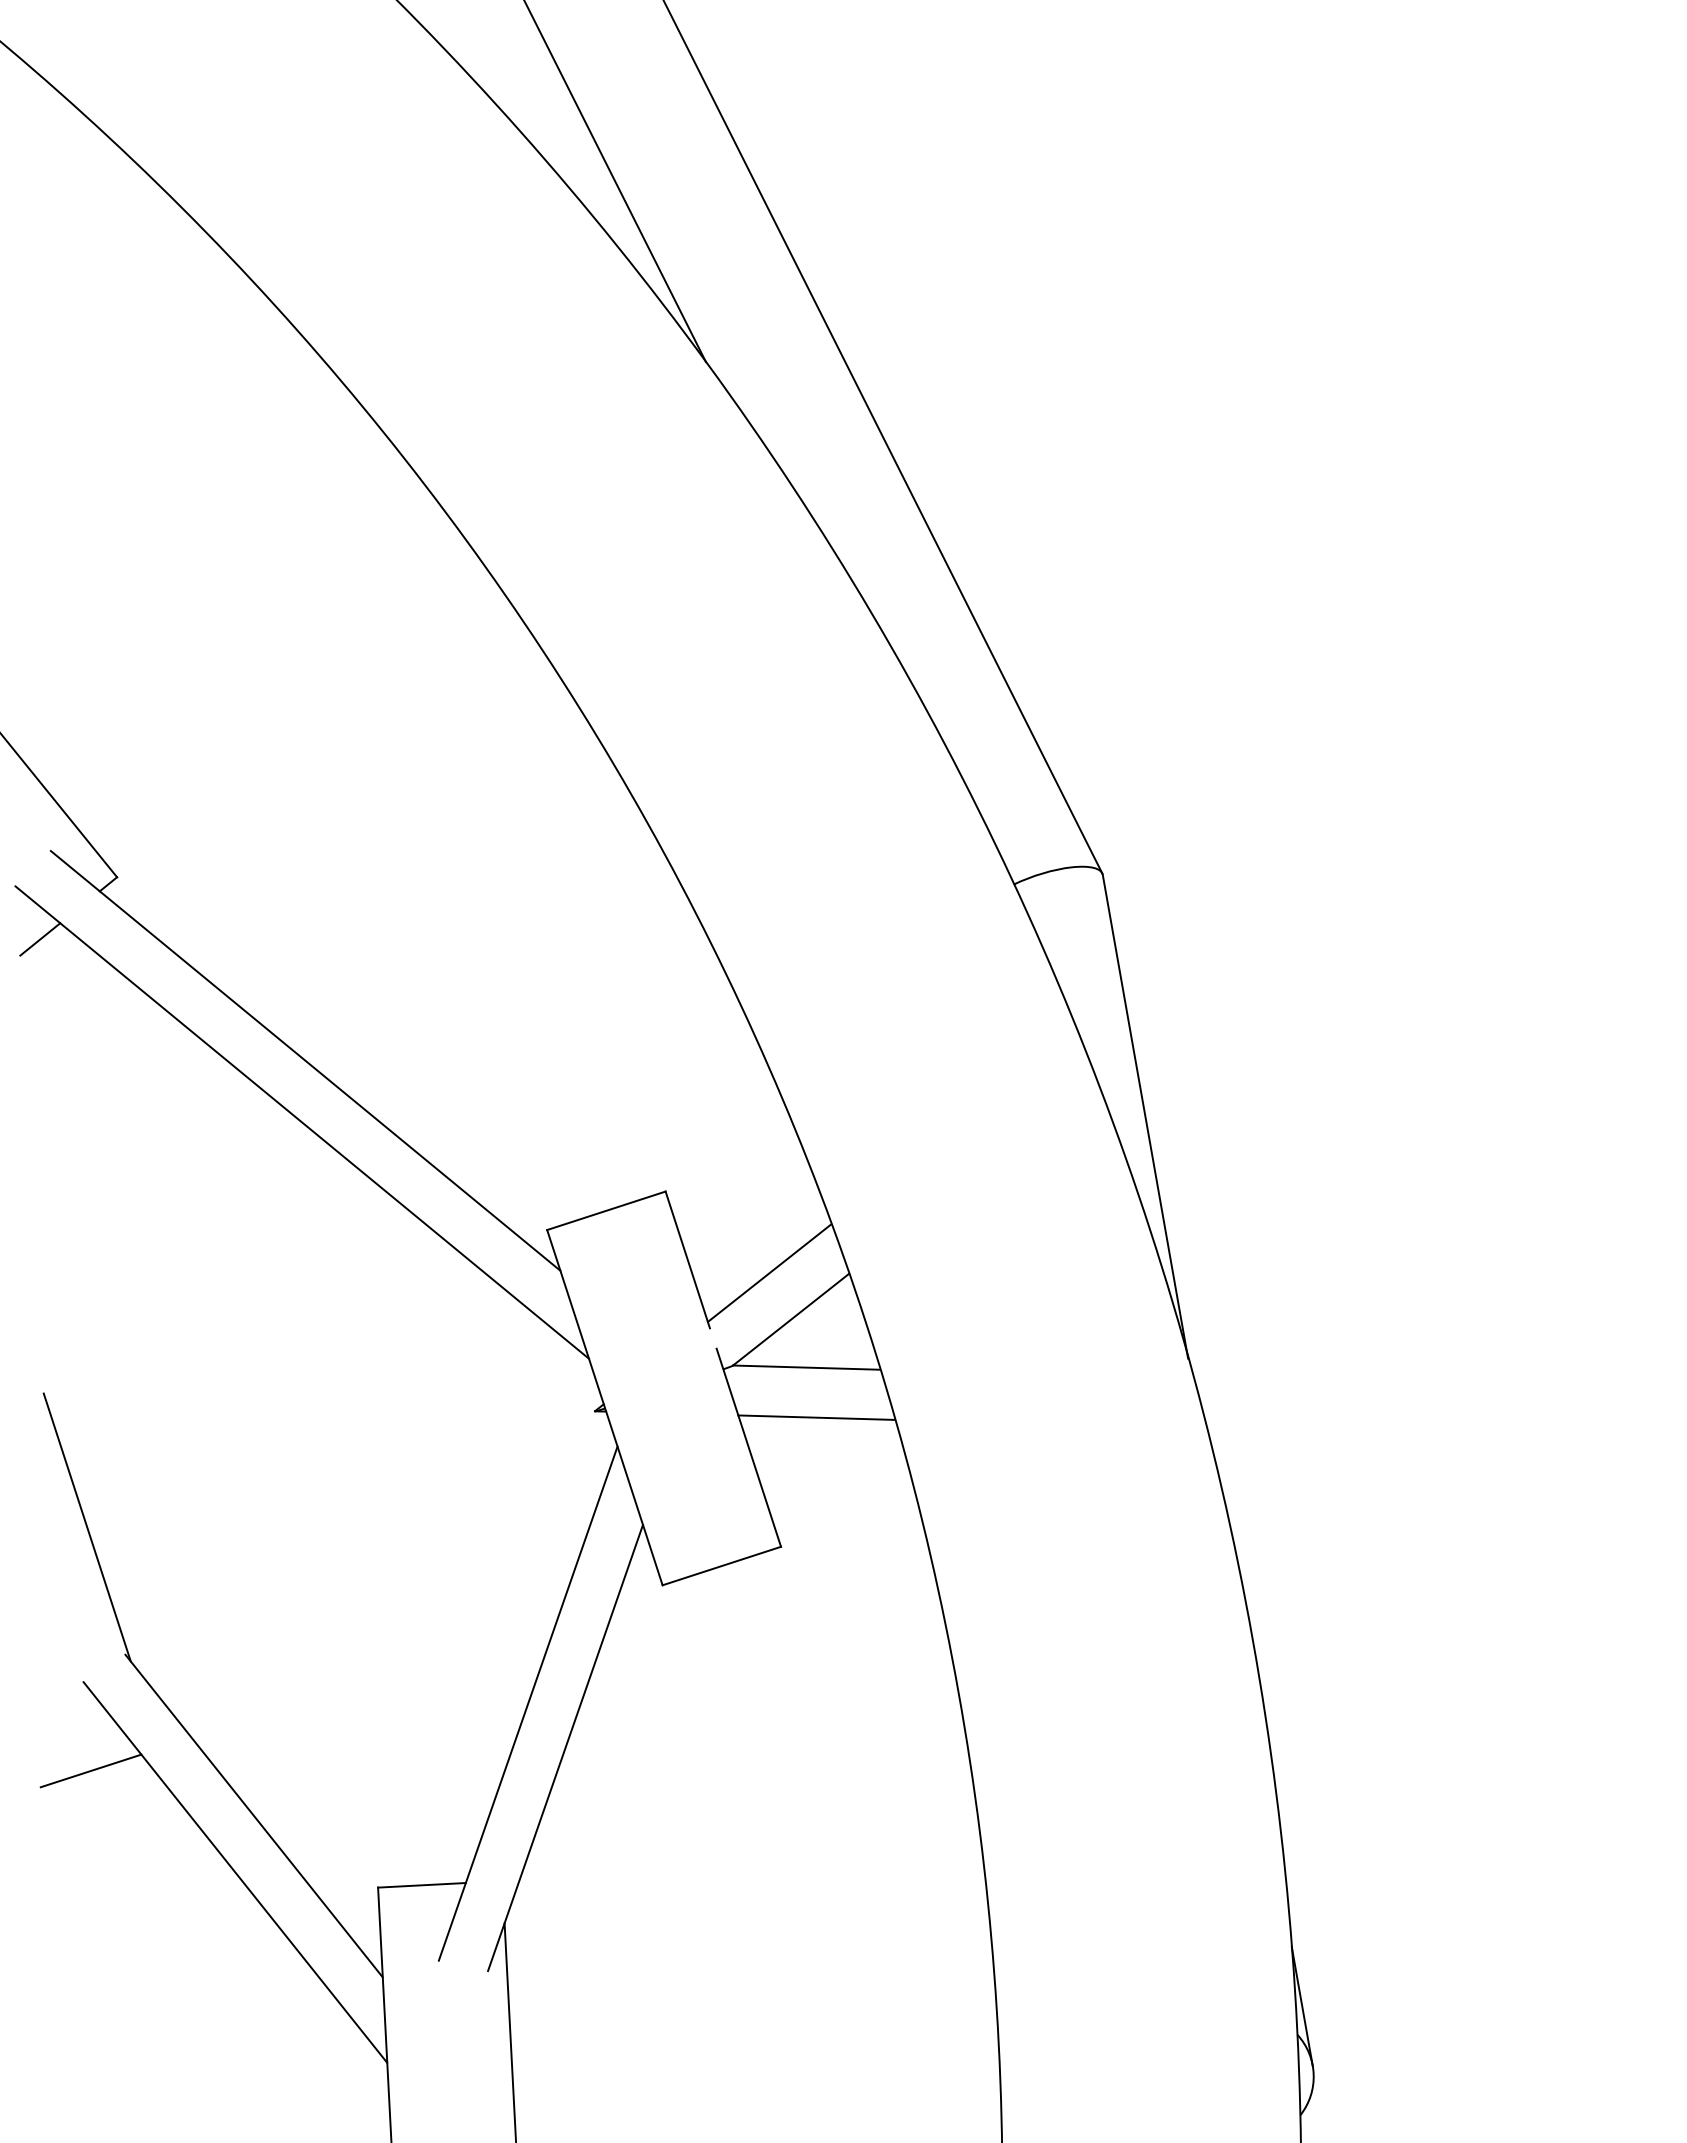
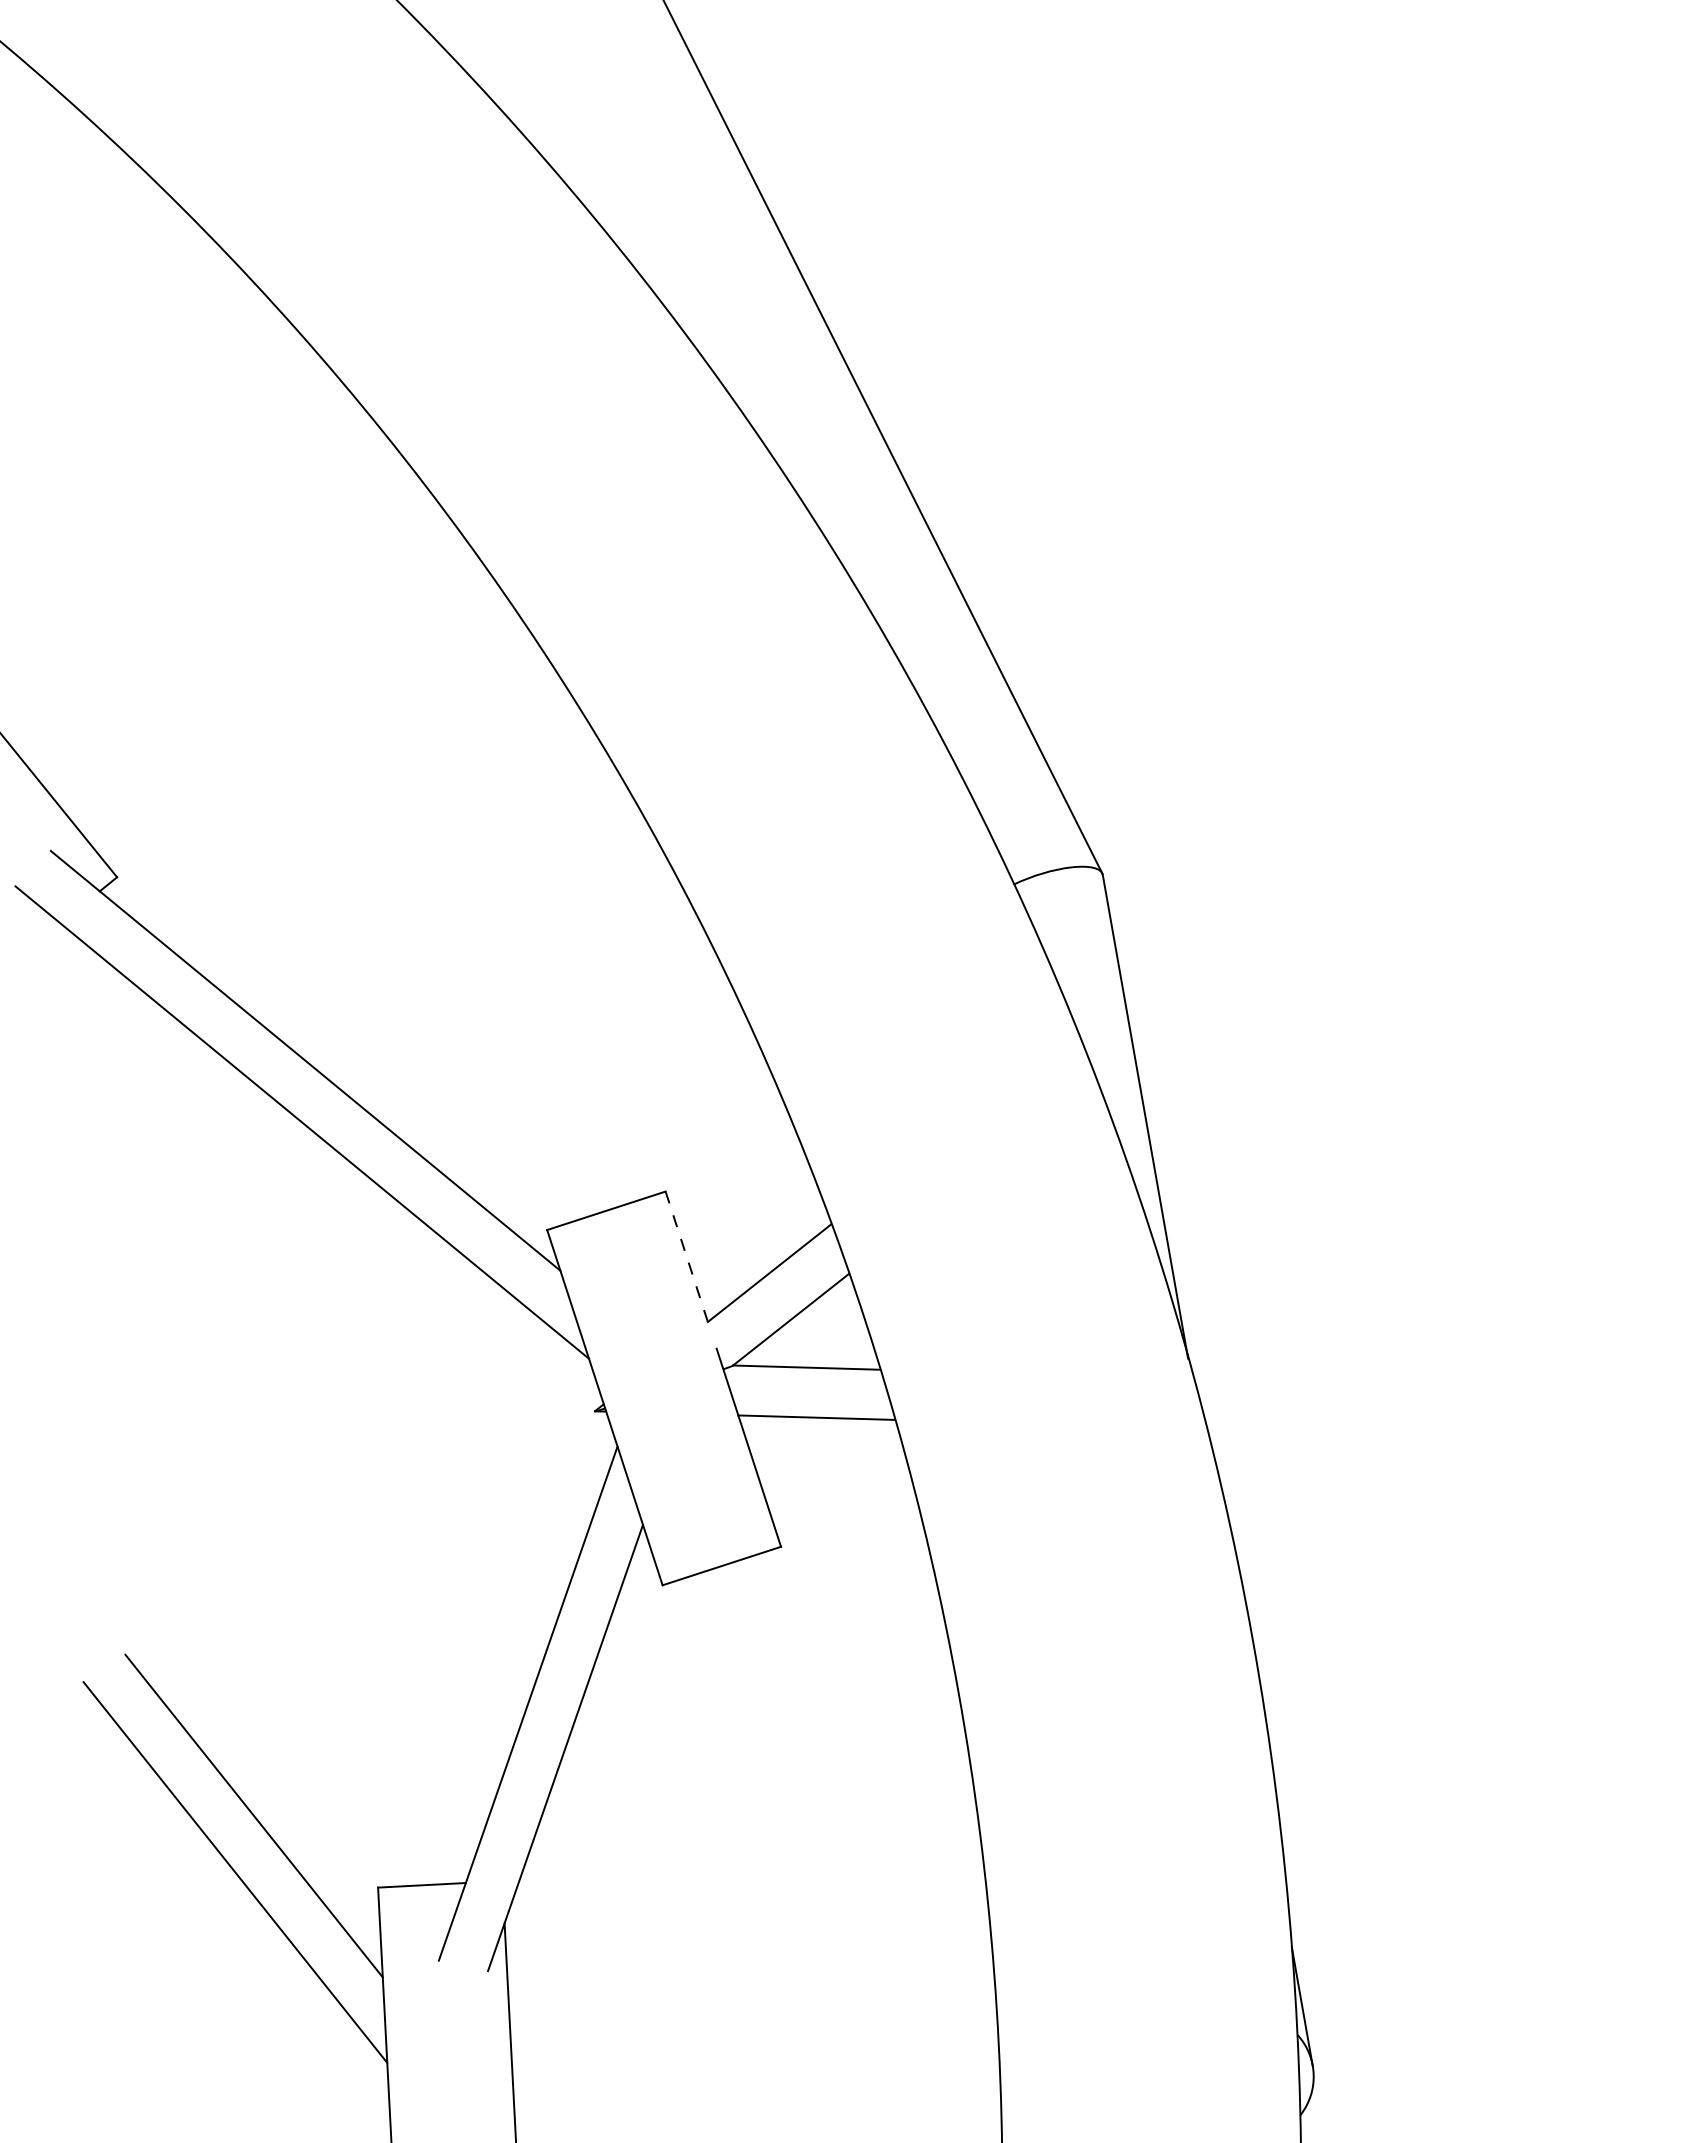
line at (615, 182): present -> none
line at (40, 939): present -> none
line at (687, 1259): solid -> dashed
line at (86, 1527): present -> none
line at (90, 1770): present -> none
